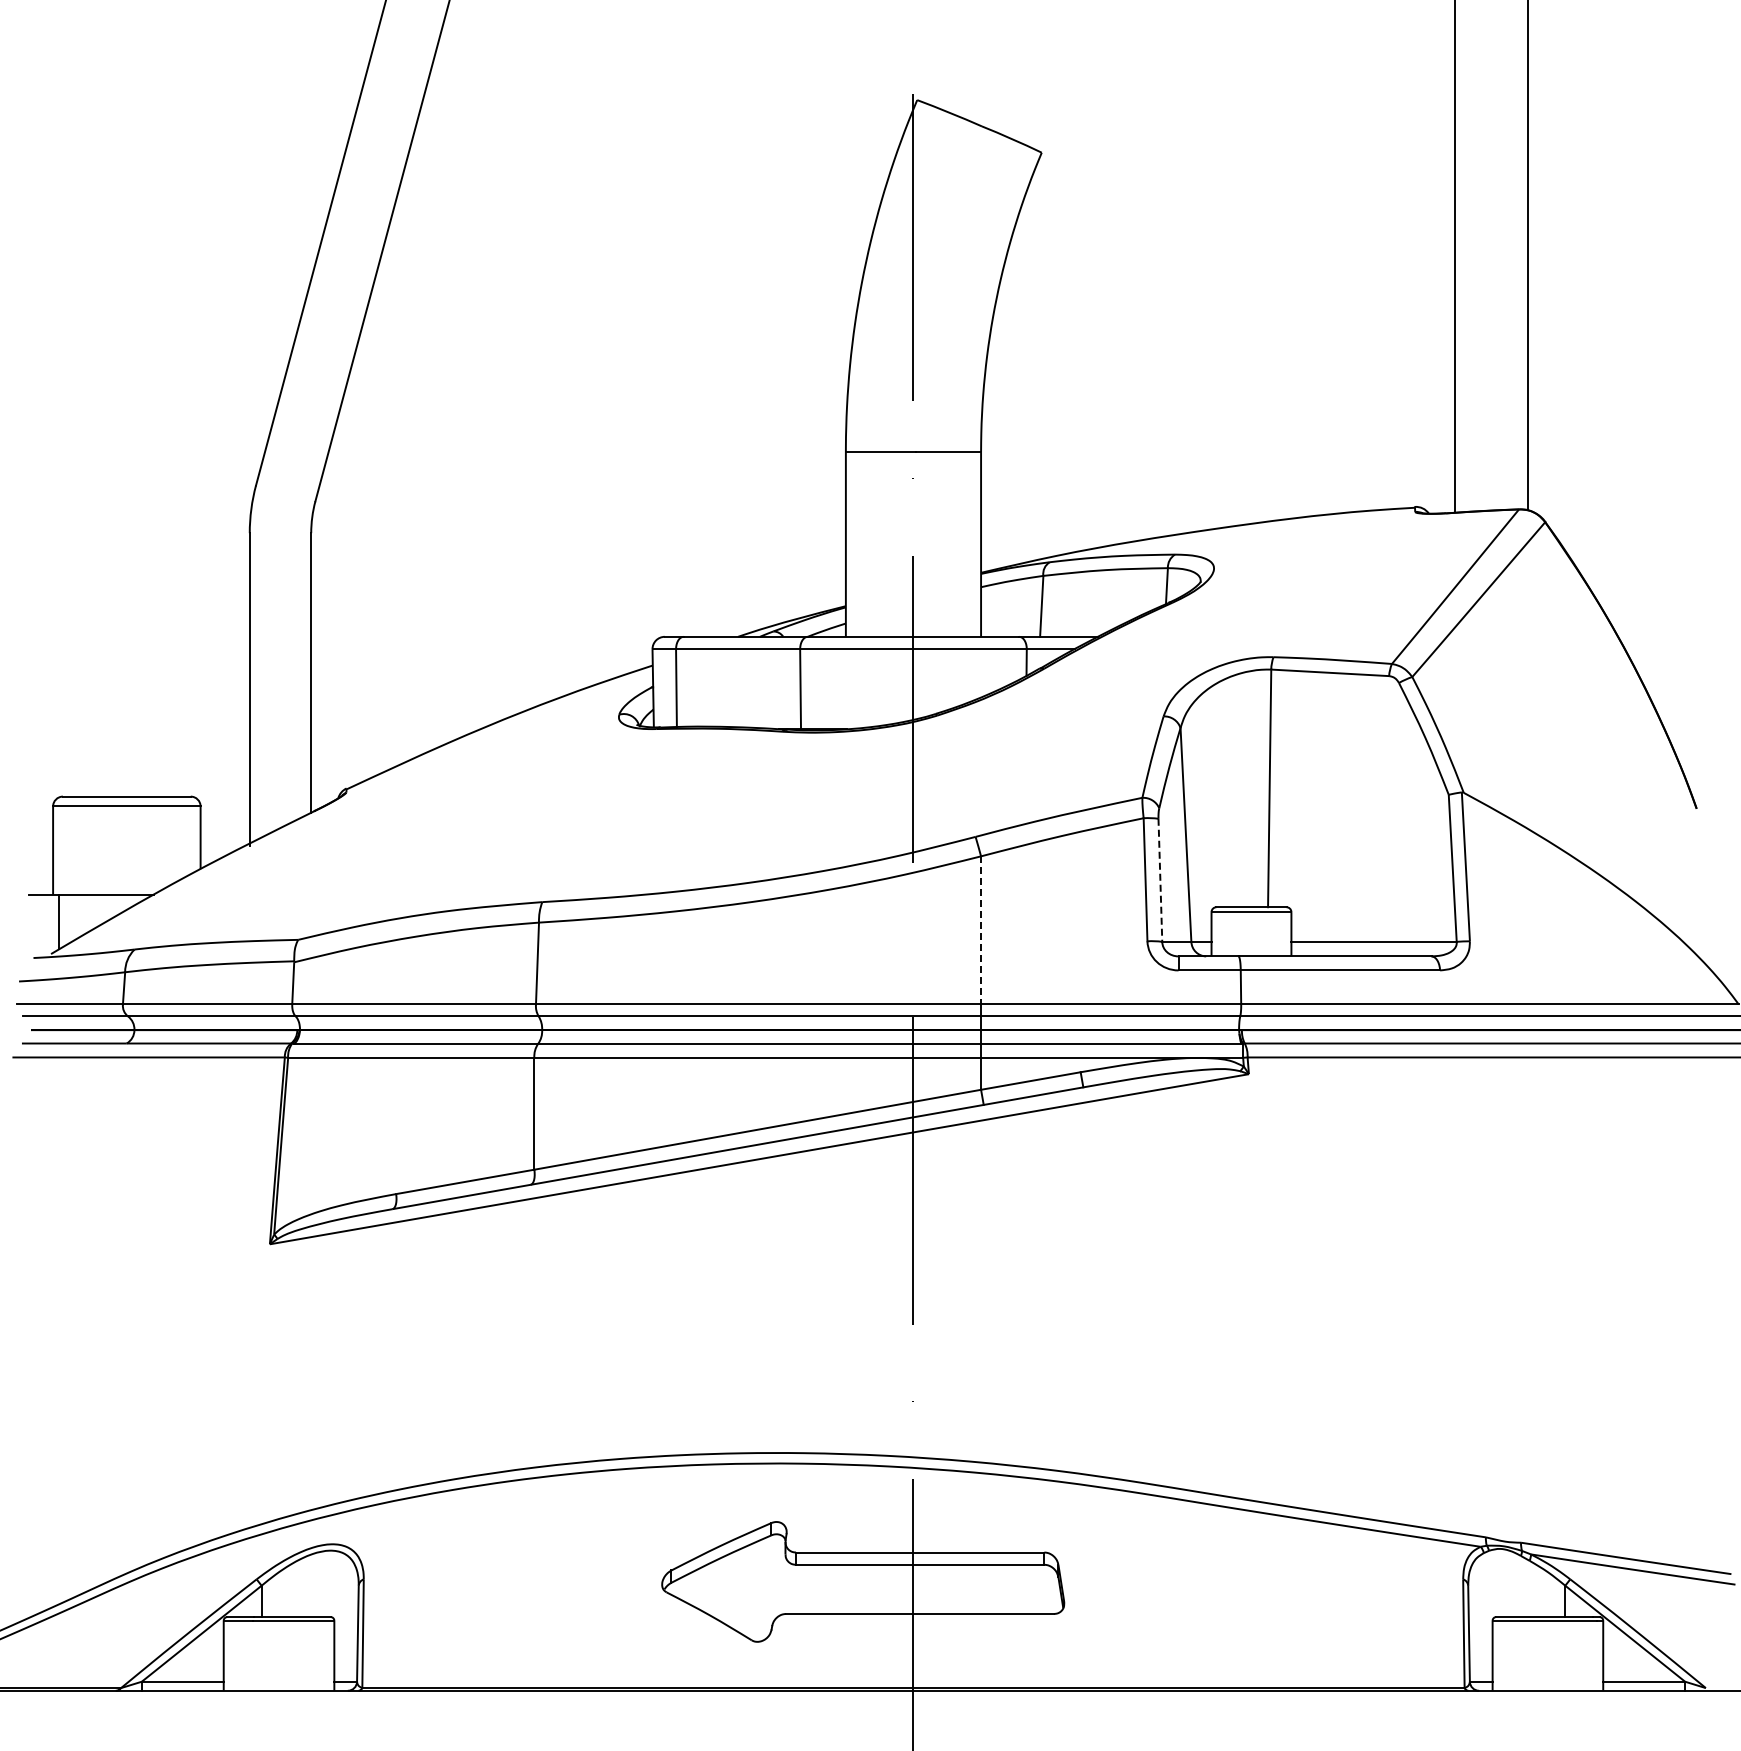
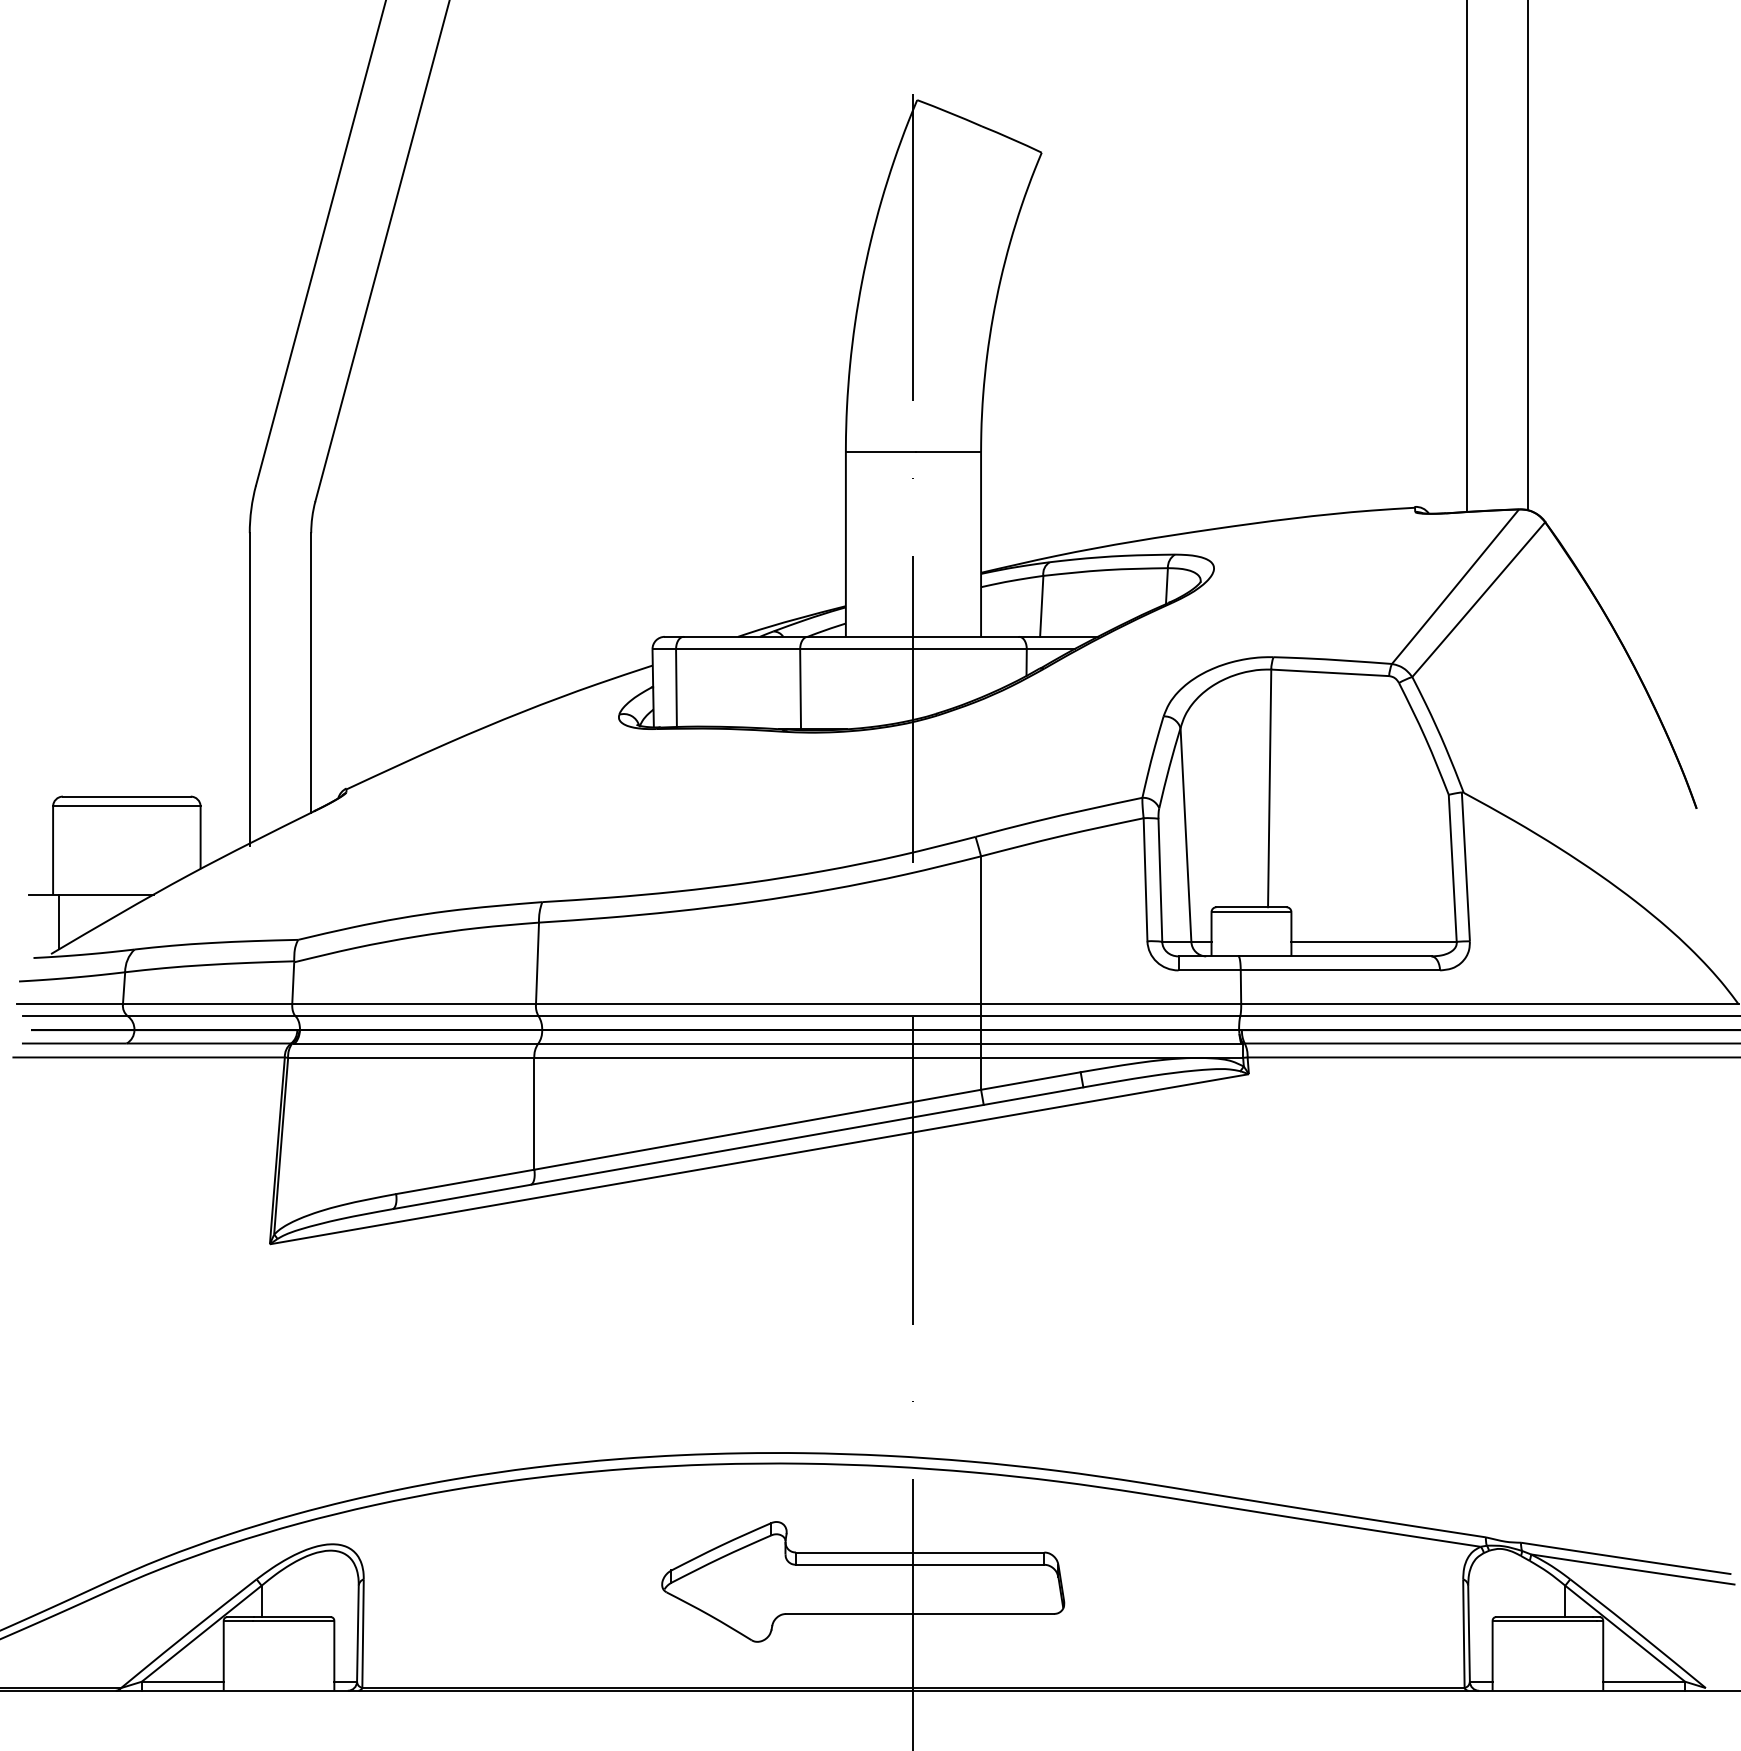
line at (1454, 257) position: (1454, 257) -> (1466, 257)
line at (1160, 880): dashed -> solid
line at (981, 930): dashed -> solid
